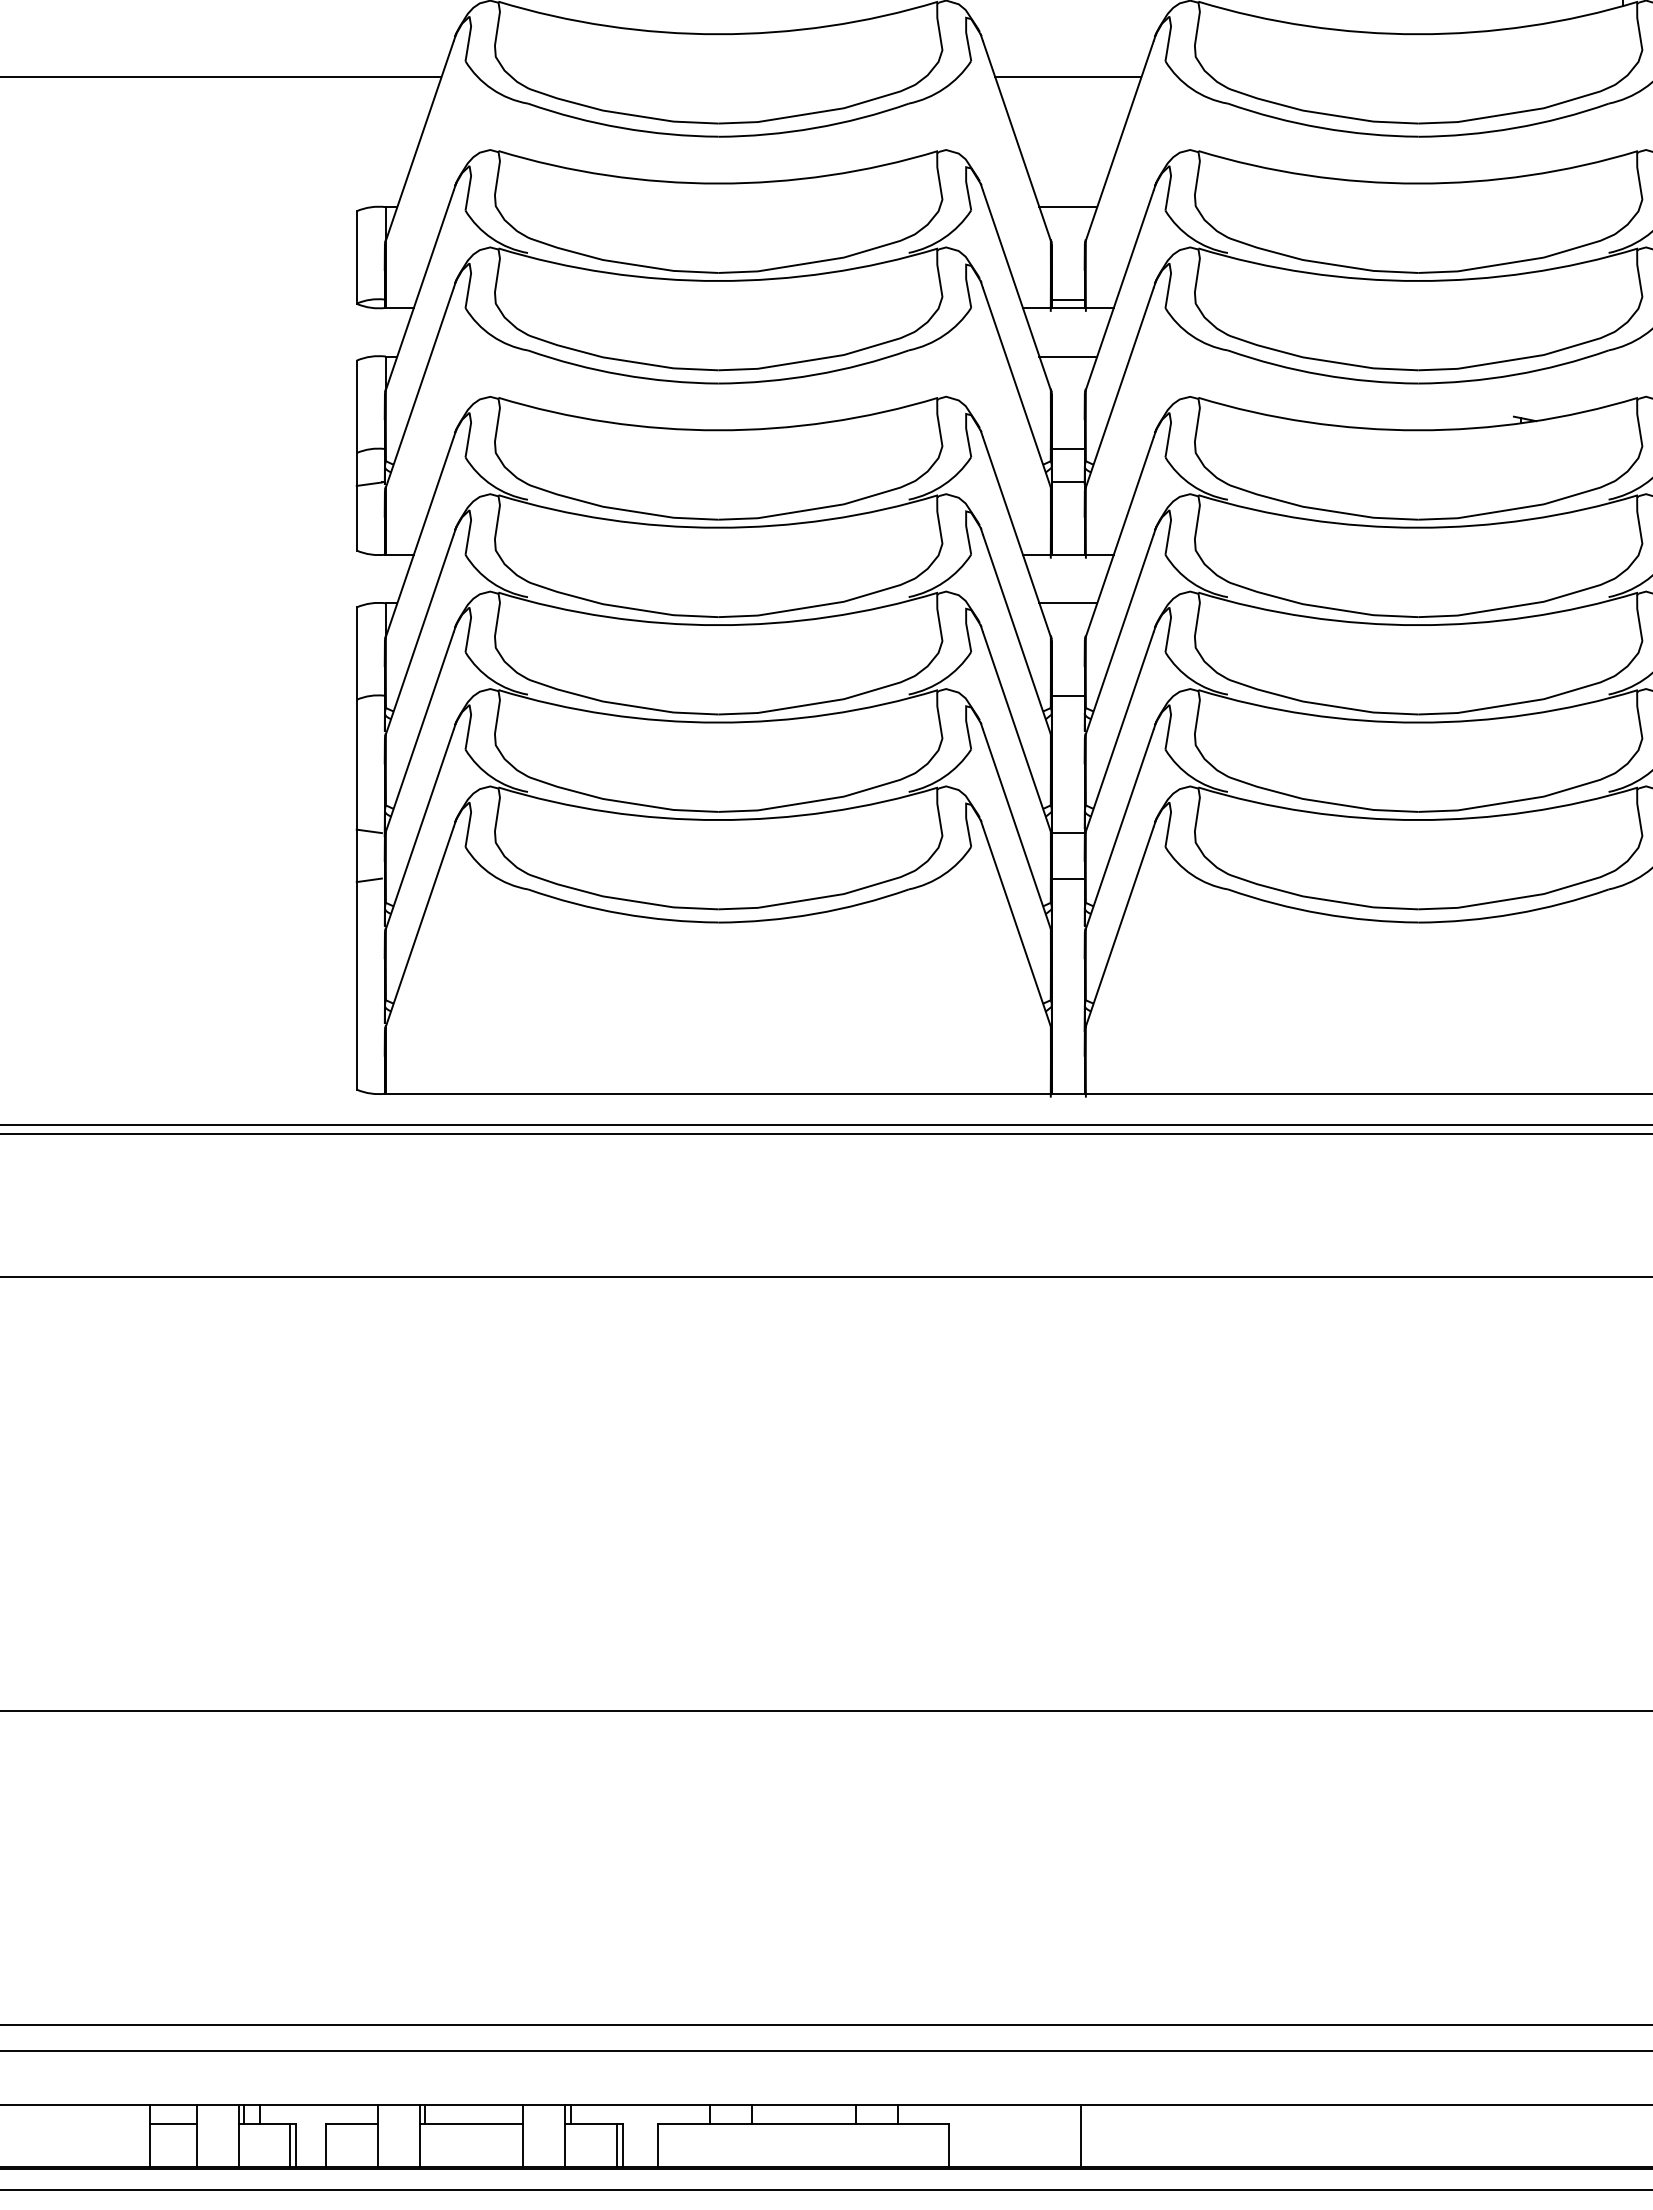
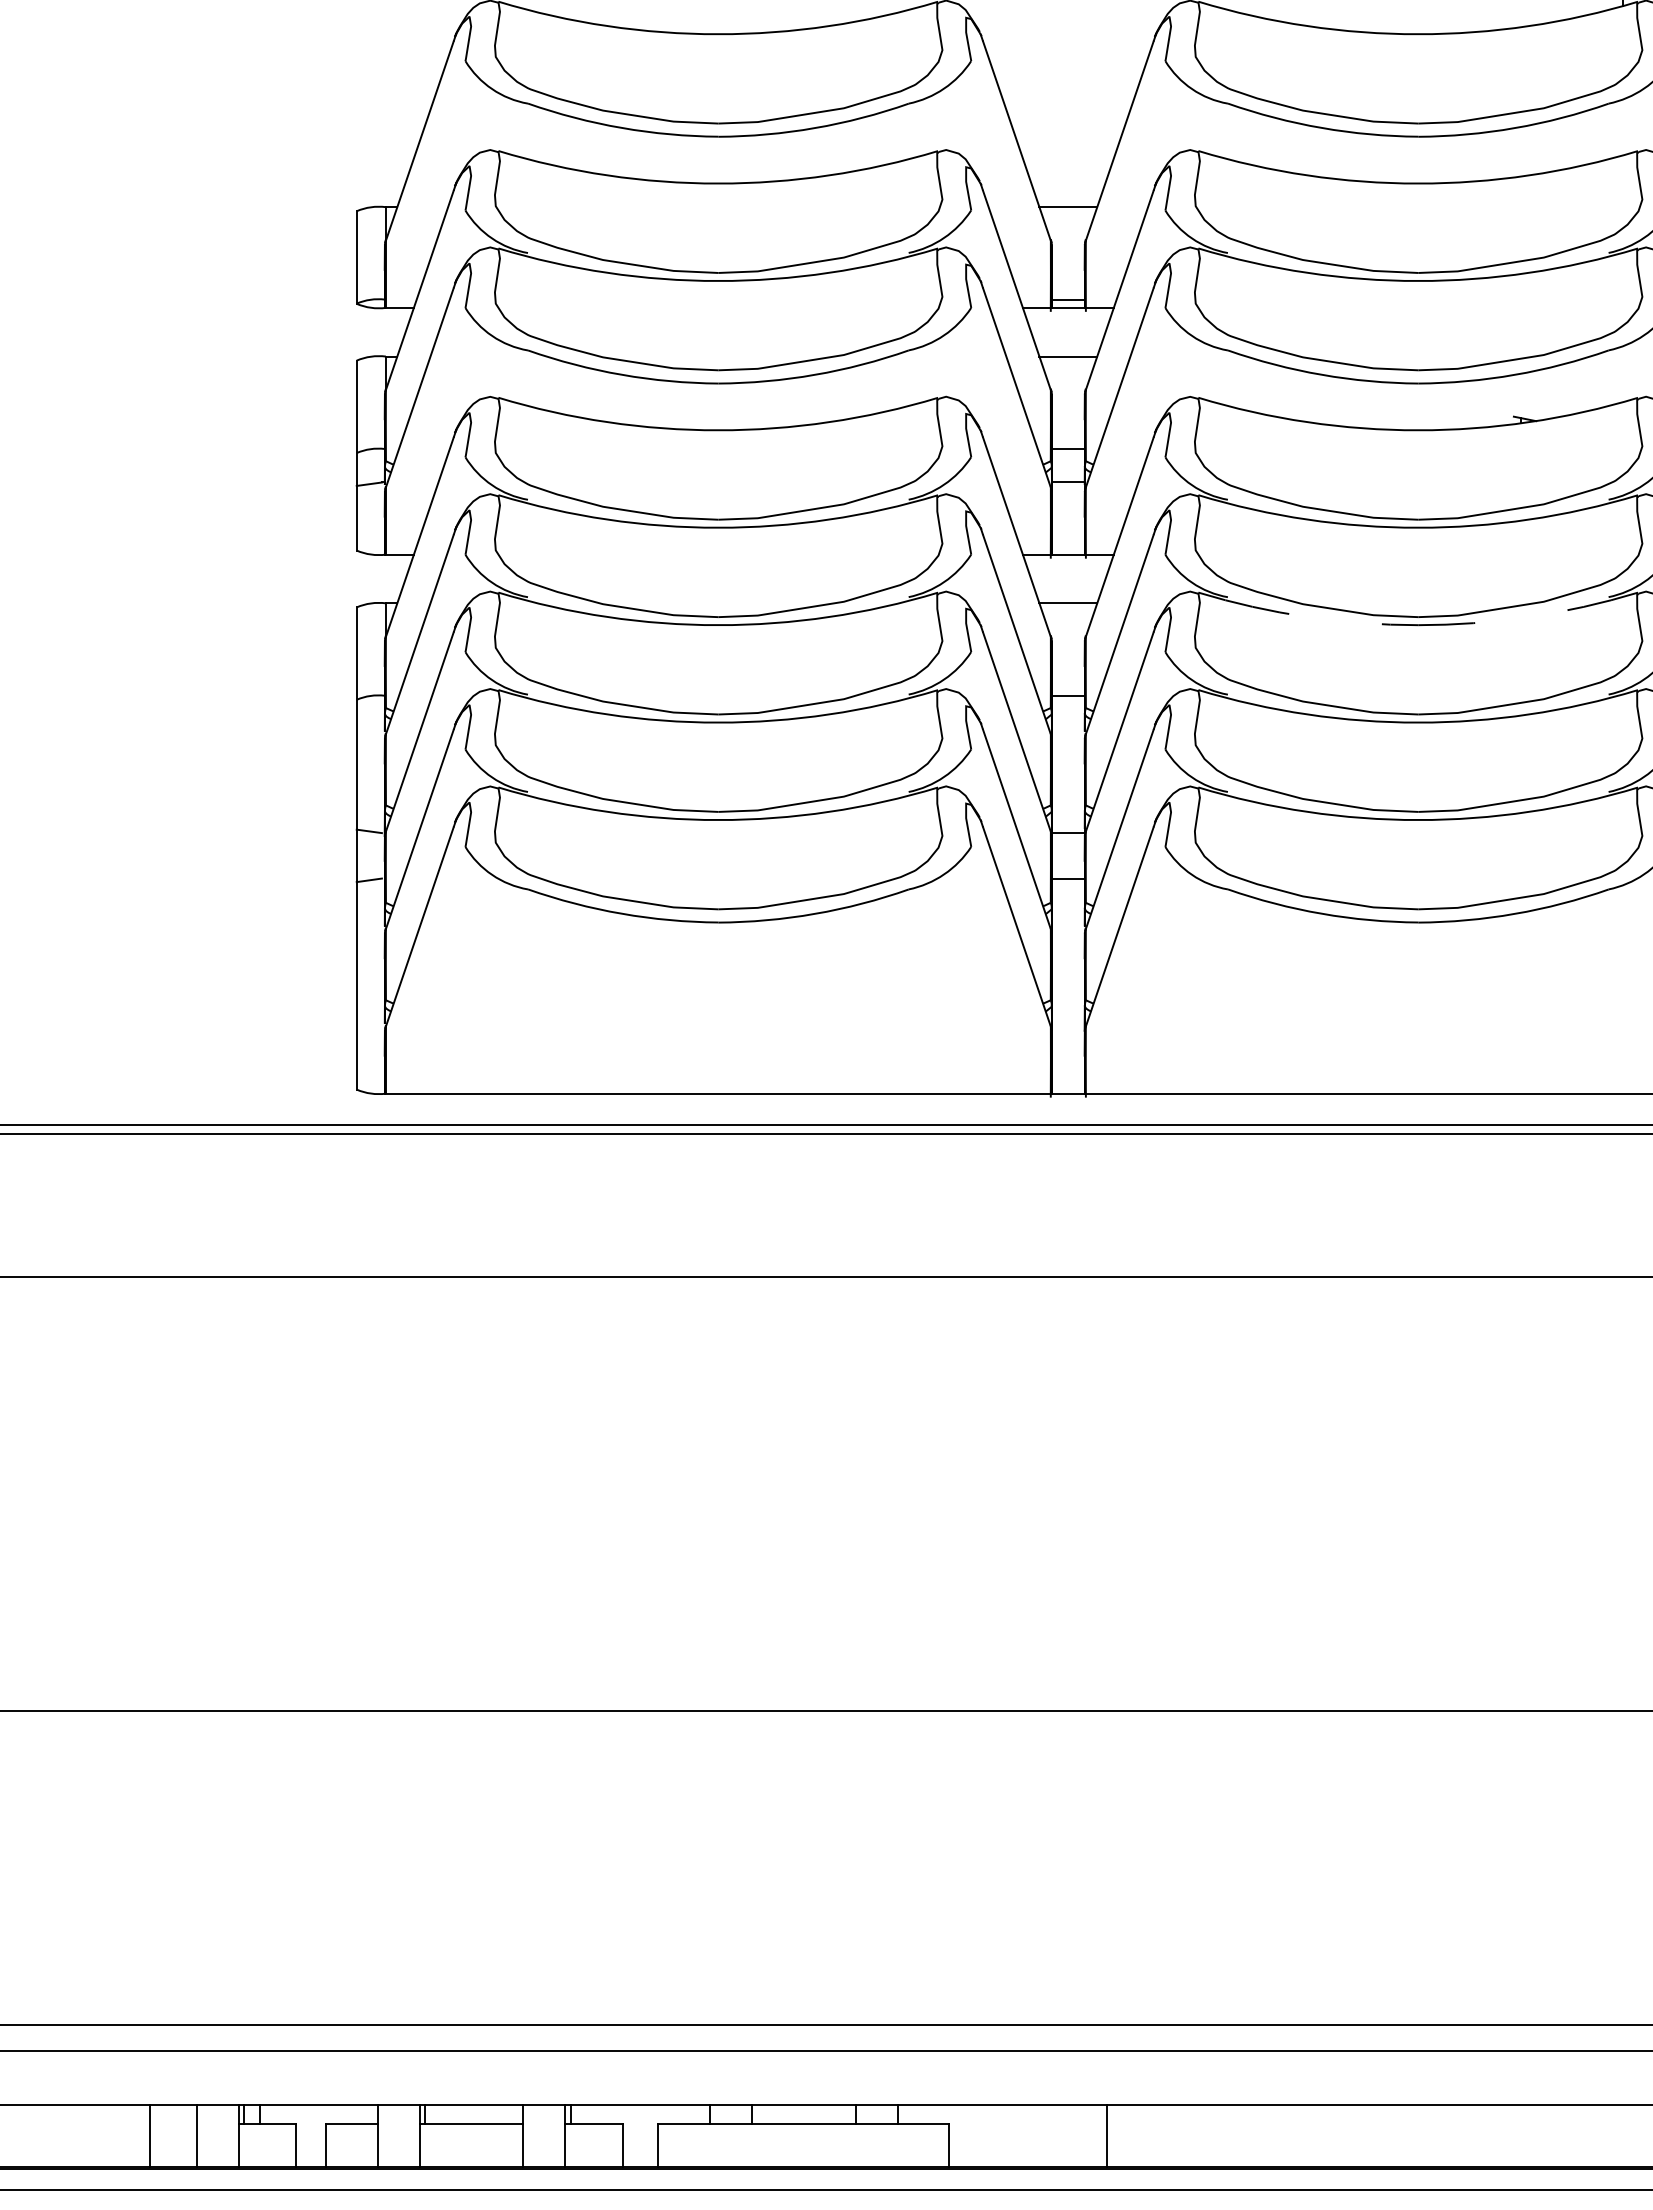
line at (221, 77): present -> none
line at (1068, 77): present -> none
arc at (1418, 625): solid -> dashed
line at (172, 2123): present -> none
line at (1080, 2135) position: (1080, 2135) -> (1106, 2135)
line at (290, 2144): present -> none
line at (617, 2144): present -> none
